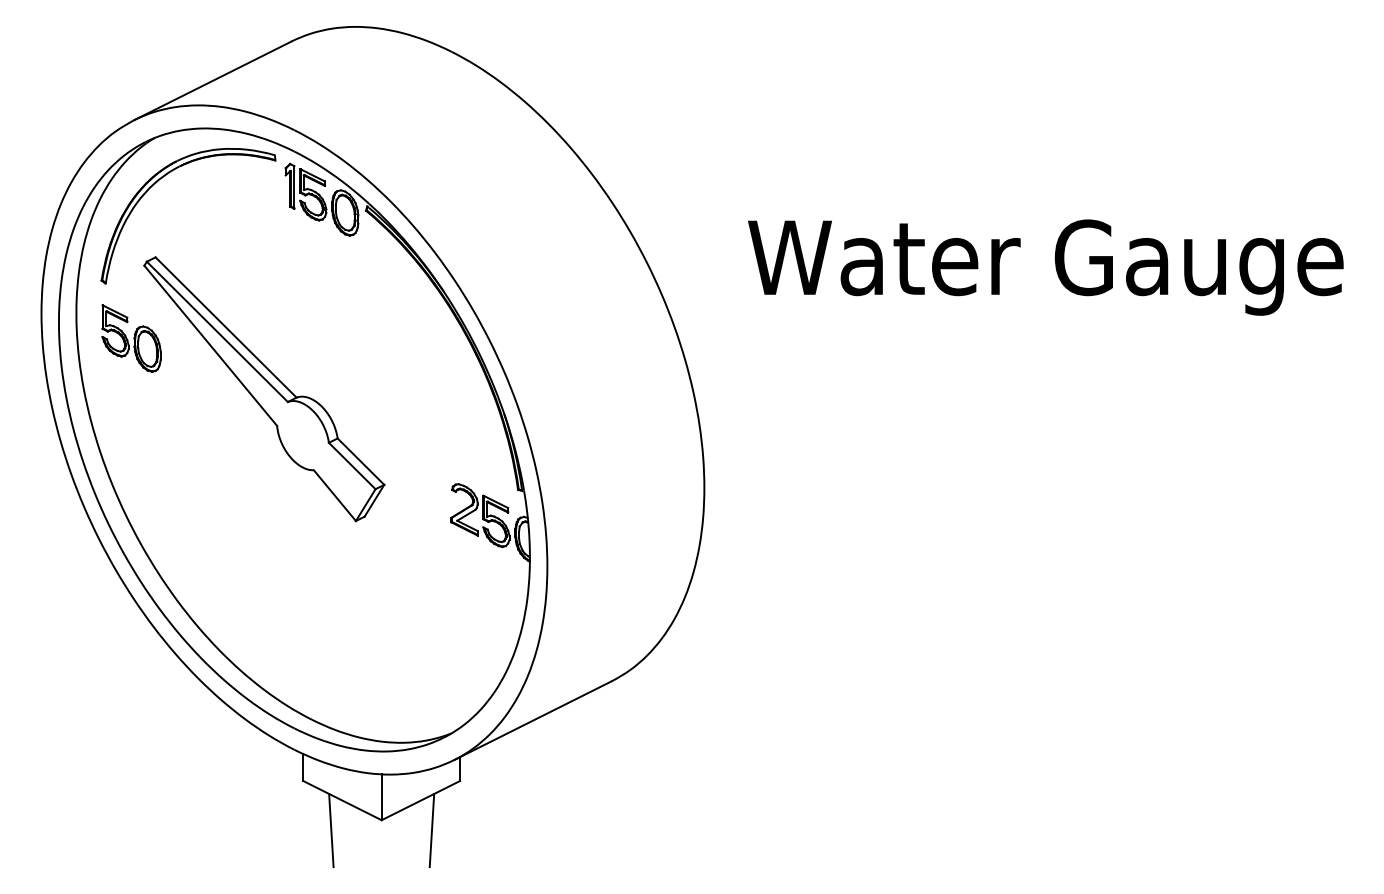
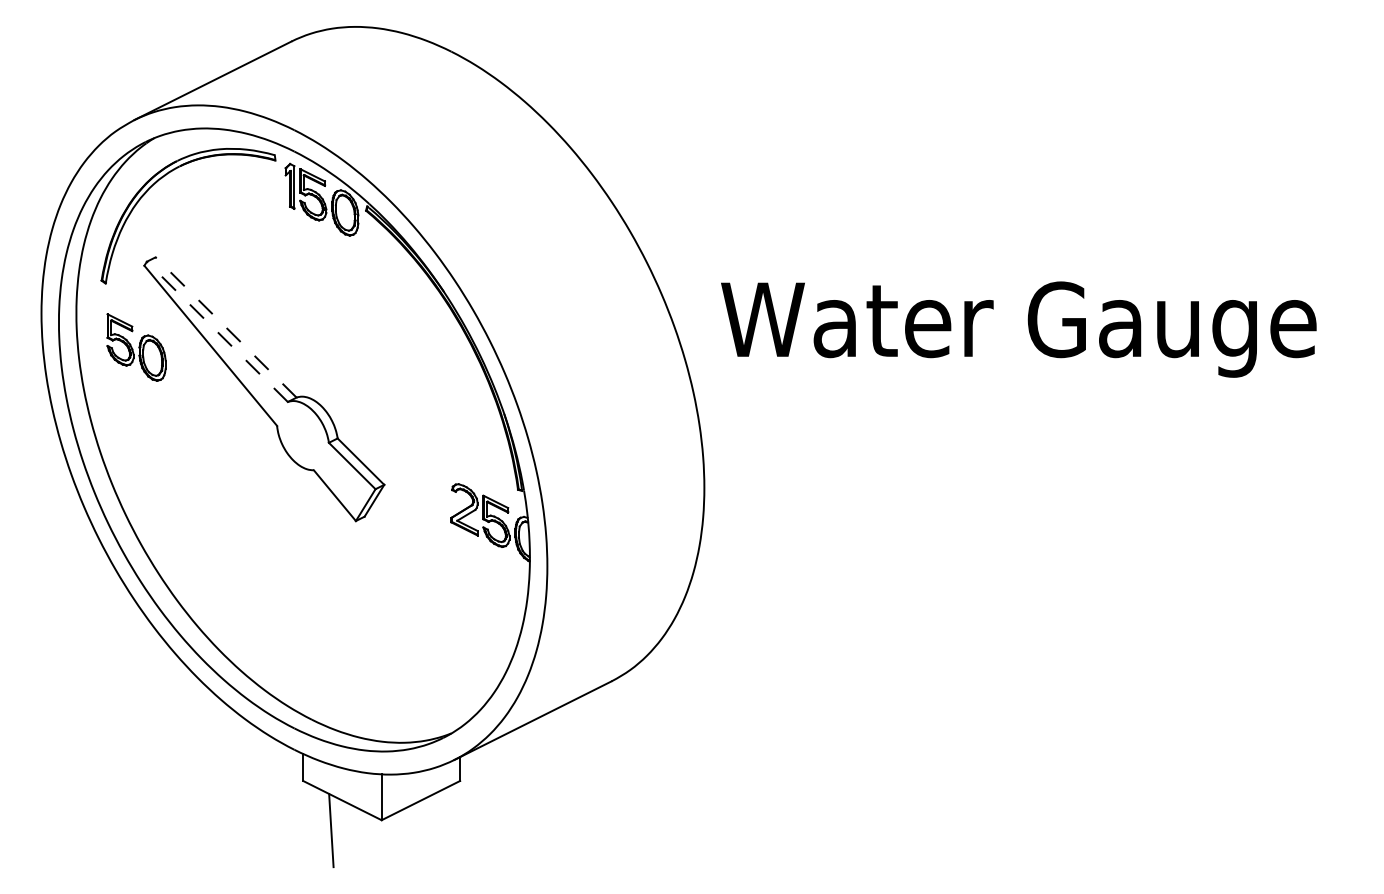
text at (1045, 267) position: (1045, 267) -> (1018, 329)
line at (225, 327): solid -> dashed
line at (217, 331): solid -> dashed
part at (131, 338) position: (131, 338) -> (136, 347)
line at (431, 830): present -> none
